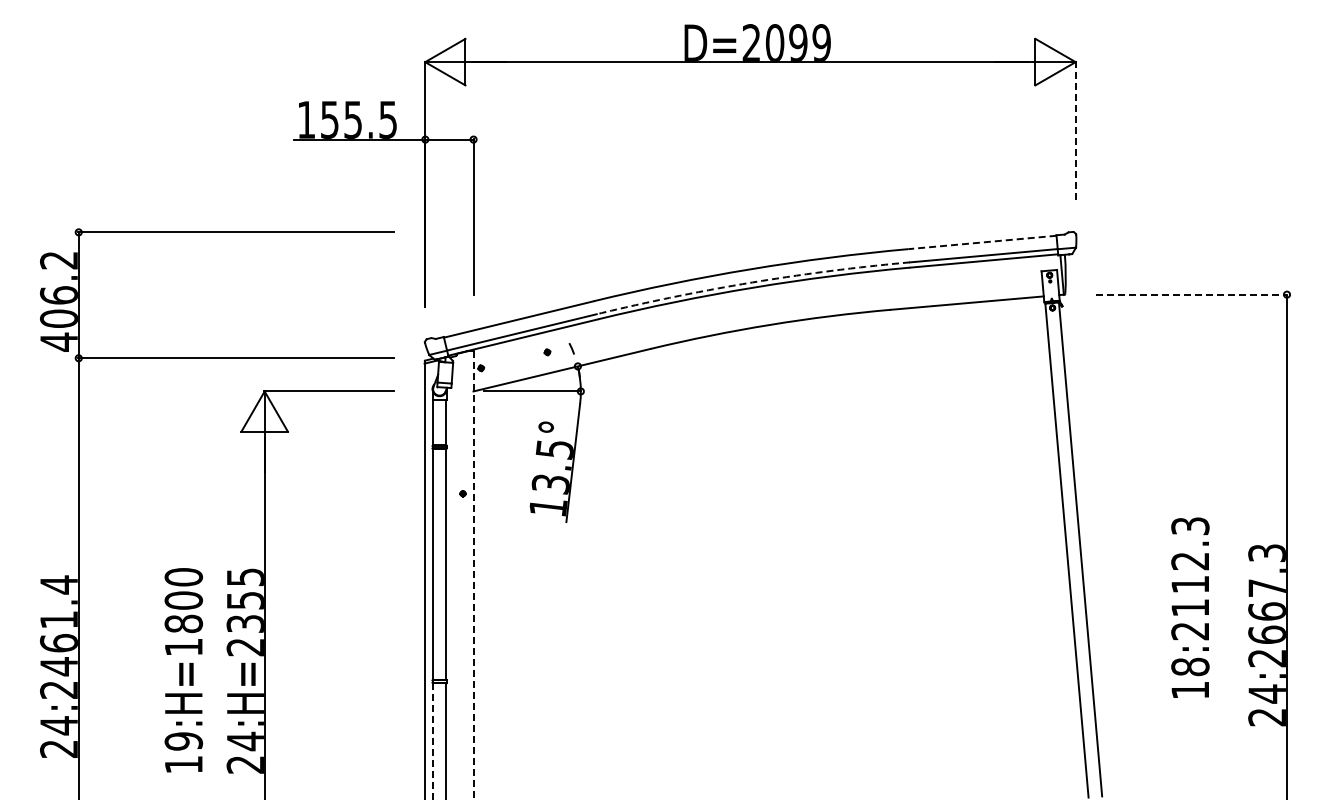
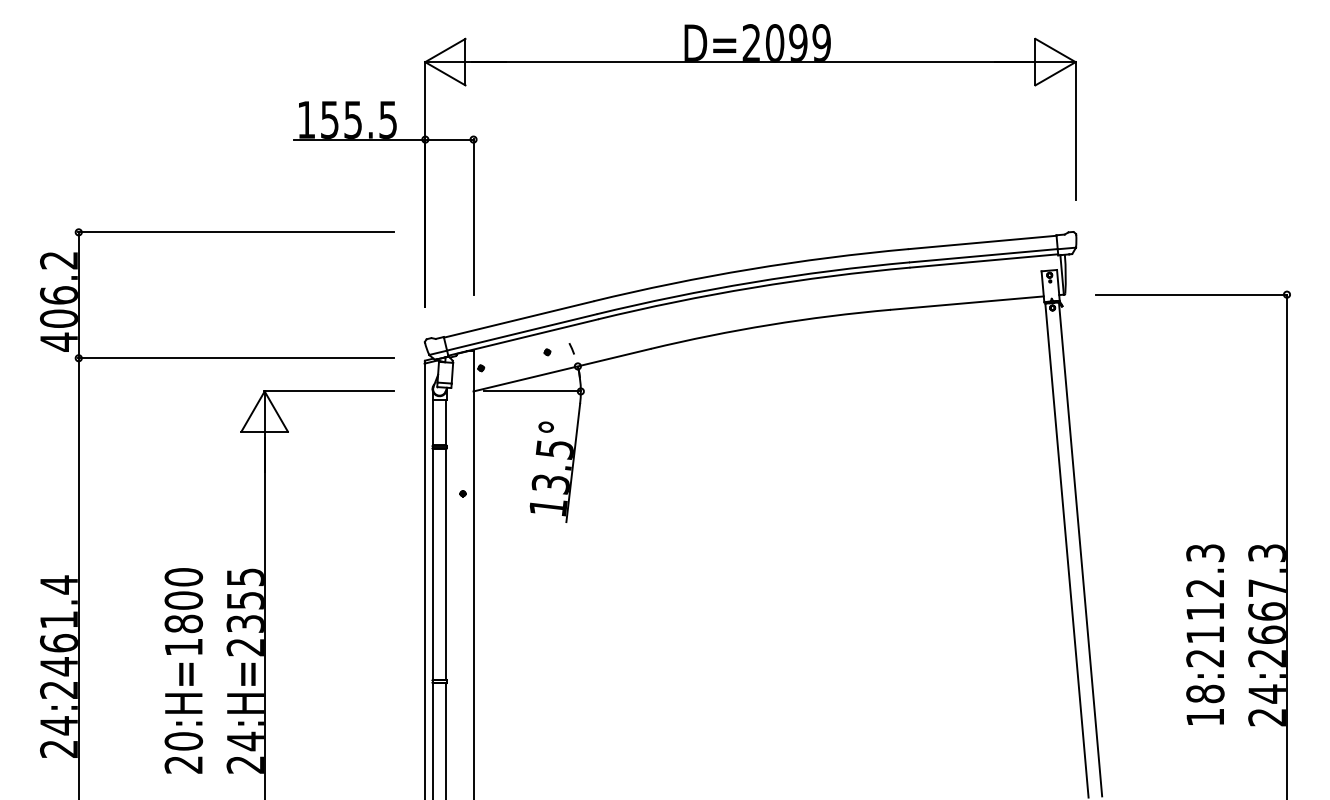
line at (1075, 130): dashed -> solid
line at (982, 242): dashed -> solid
arc at (752, 282): dashed -> solid
line at (1191, 294): dashed -> solid
line at (473, 575): dashed -> solid
text at (1190, 607) position: (1190, 607) -> (1205, 634)
line at (433, 741): dashed -> solid
text at (183, 752): 19:H=1800 -> 20:H=1800
